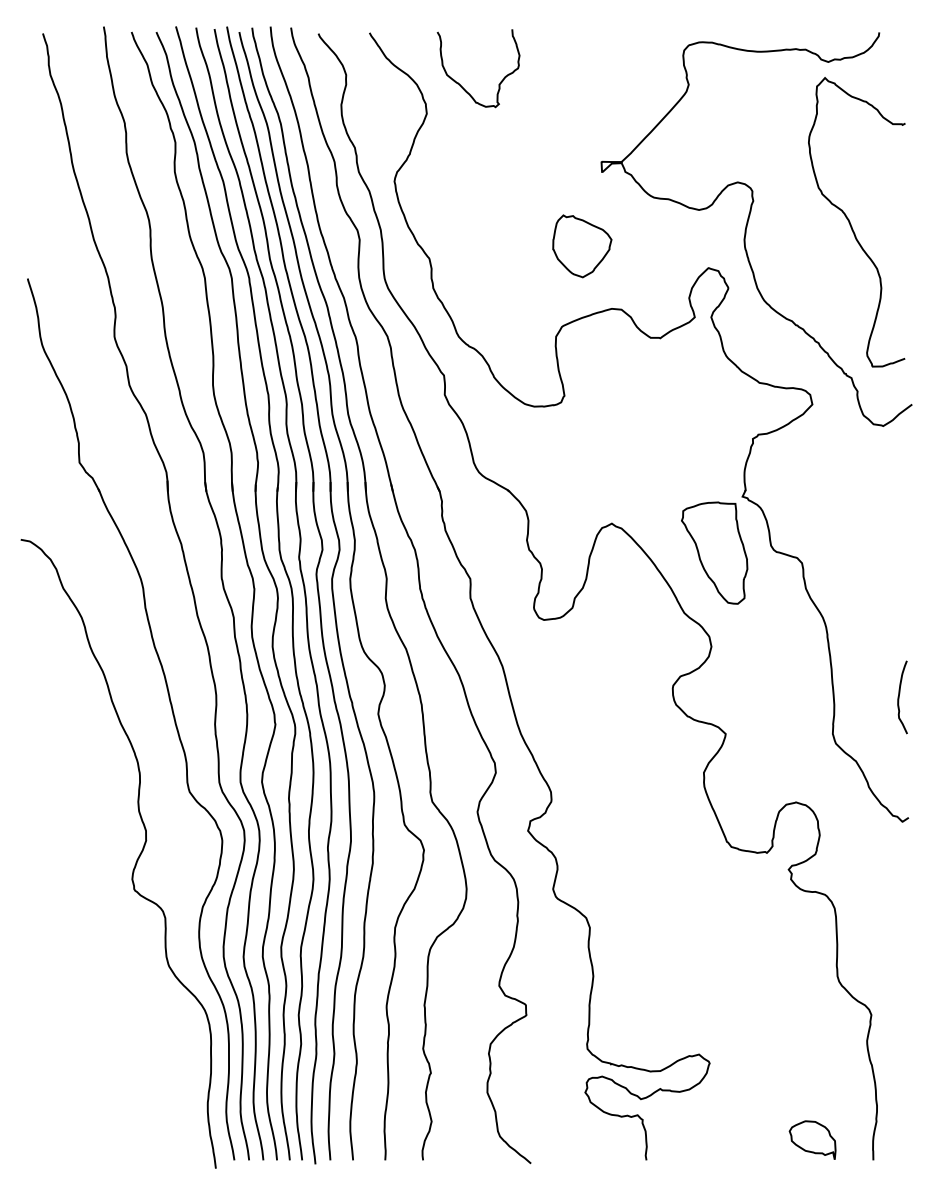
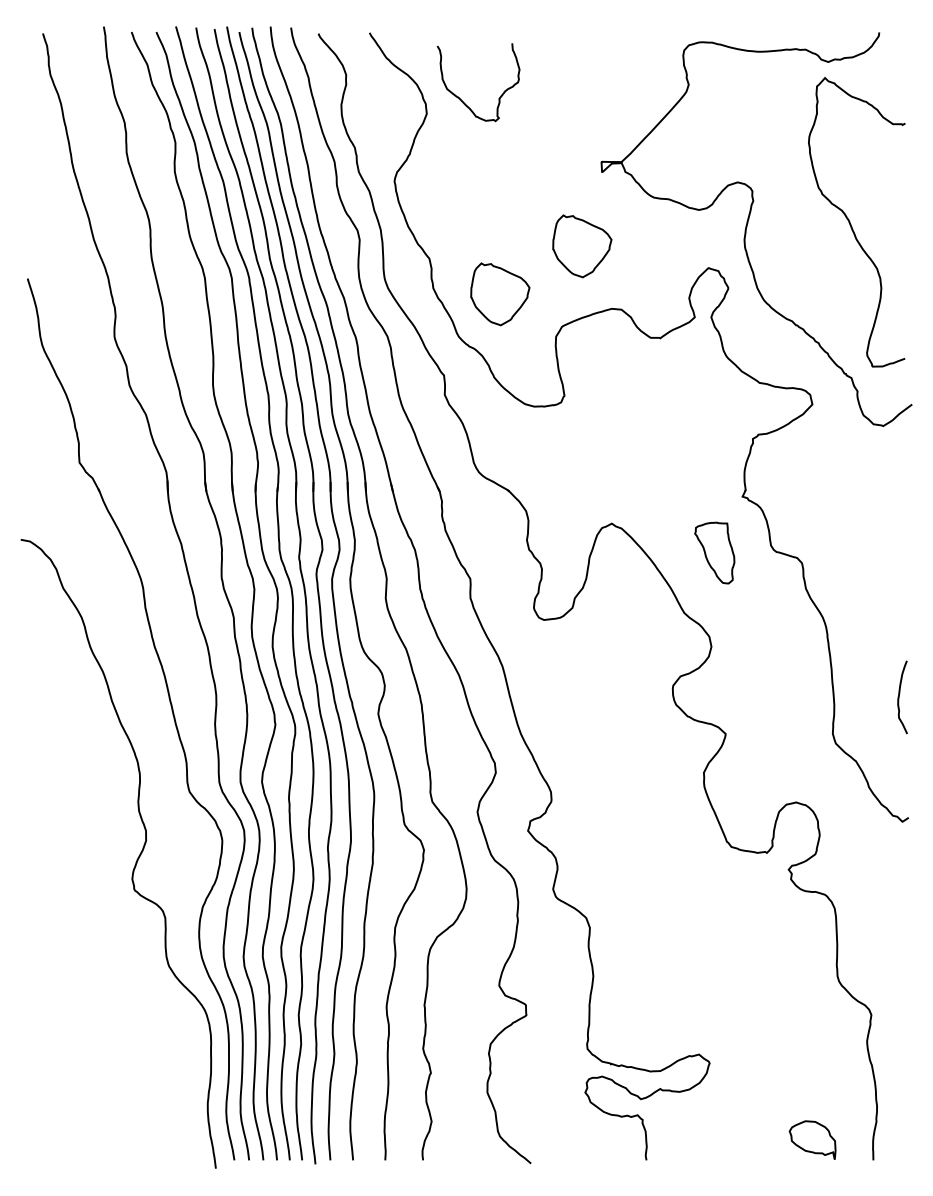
curve at (461, 85) position: (461, 85) -> (461, 99)
part at (500, 294): none -> present
part at (714, 552) size: 68x104 px -> 42x64 px
